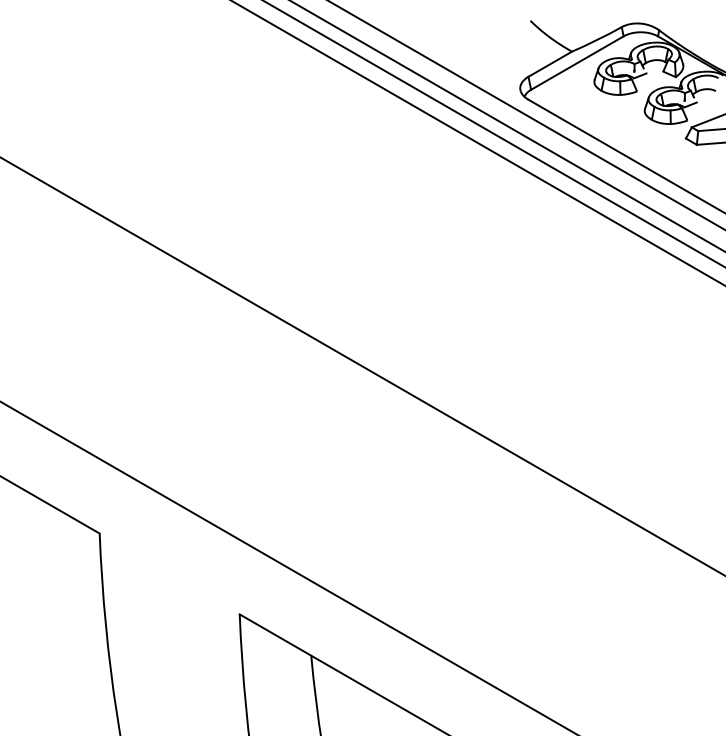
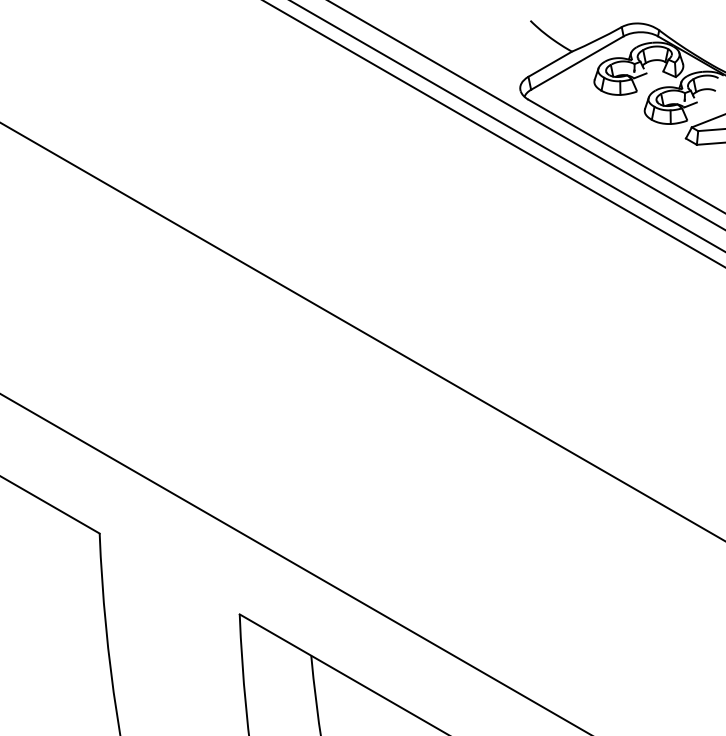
line at (477, 143): present -> none
line at (362, 366) position: (362, 366) -> (362, 331)
line at (288, 567) position: (288, 567) -> (294, 563)
